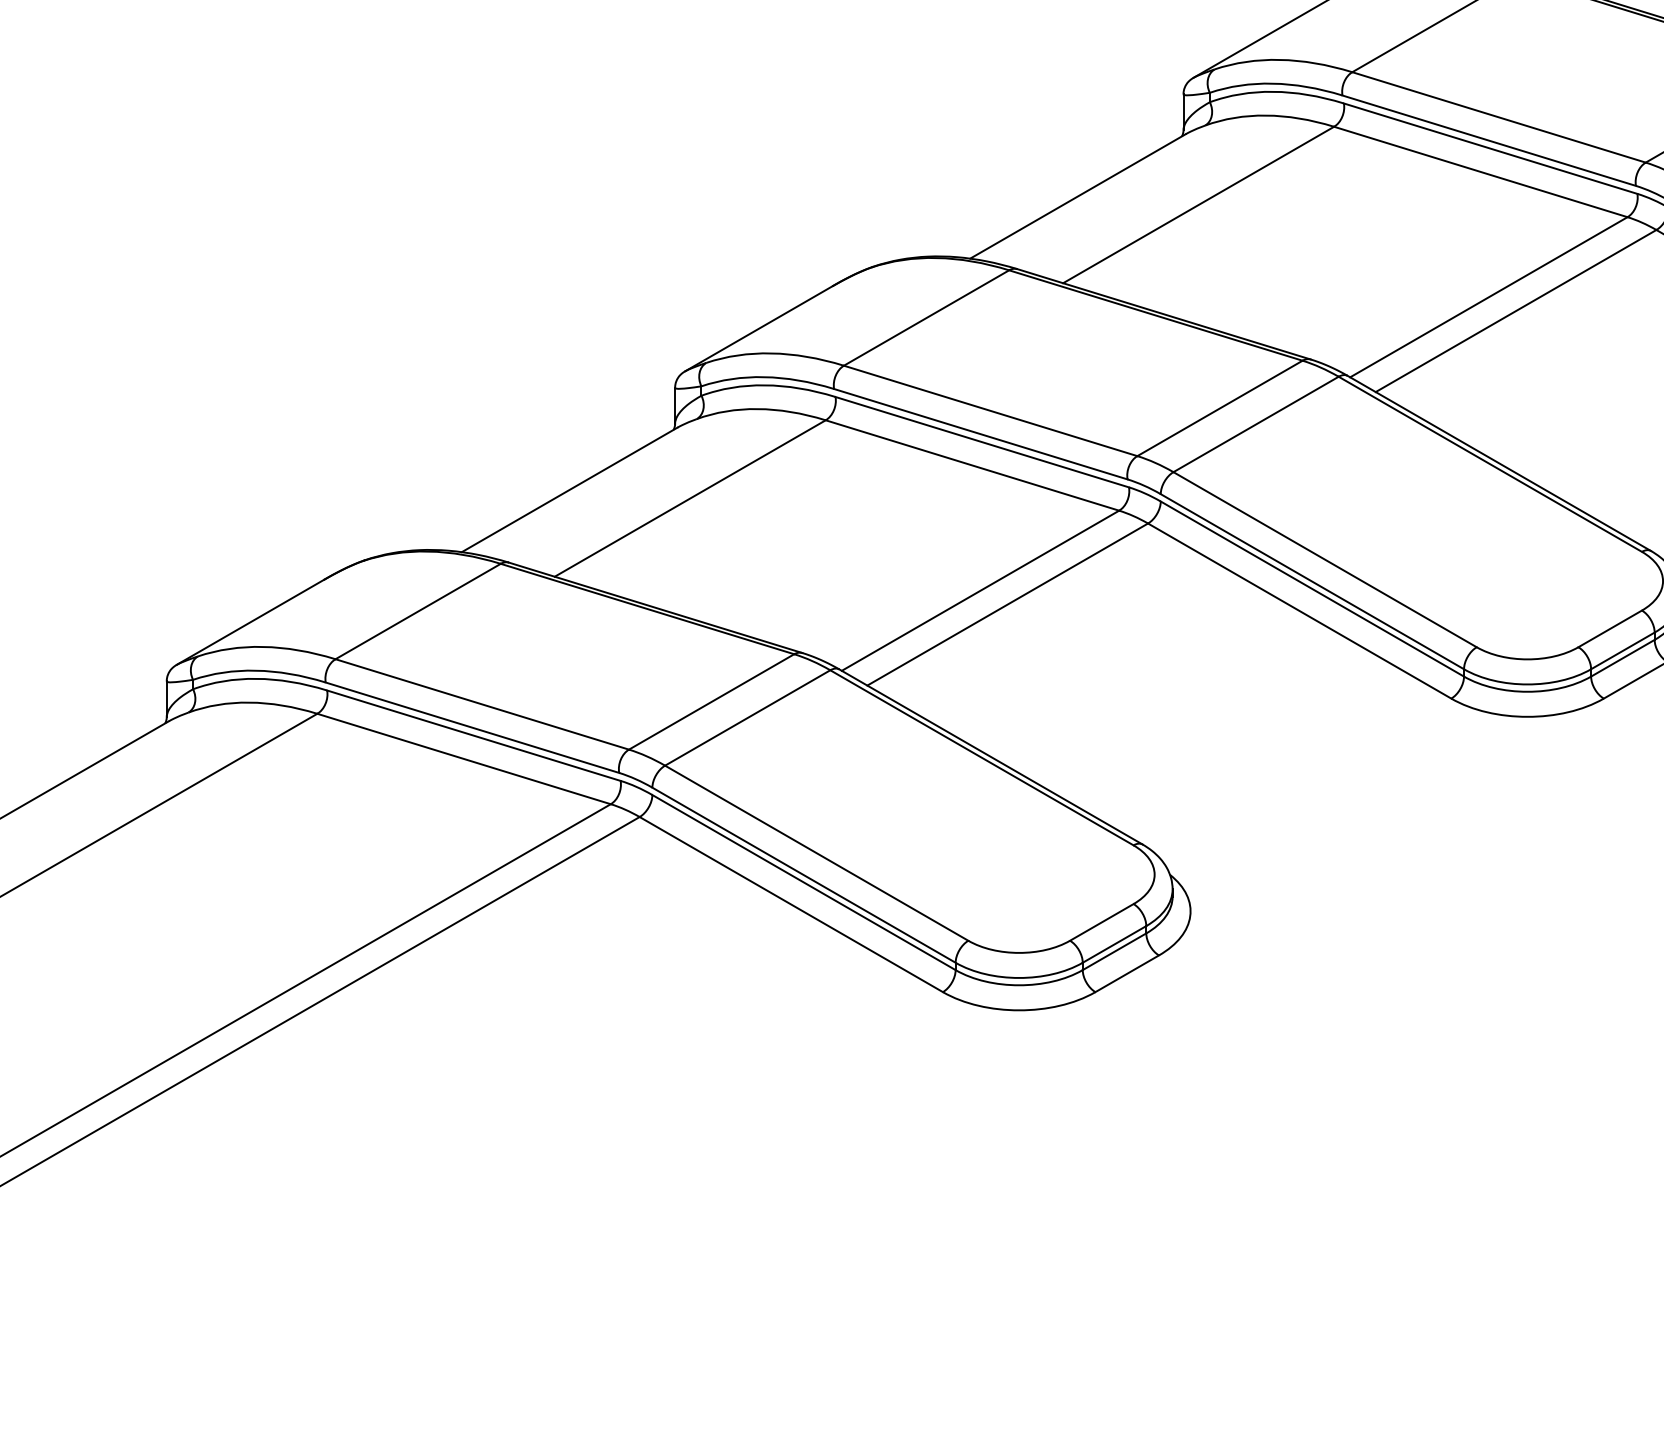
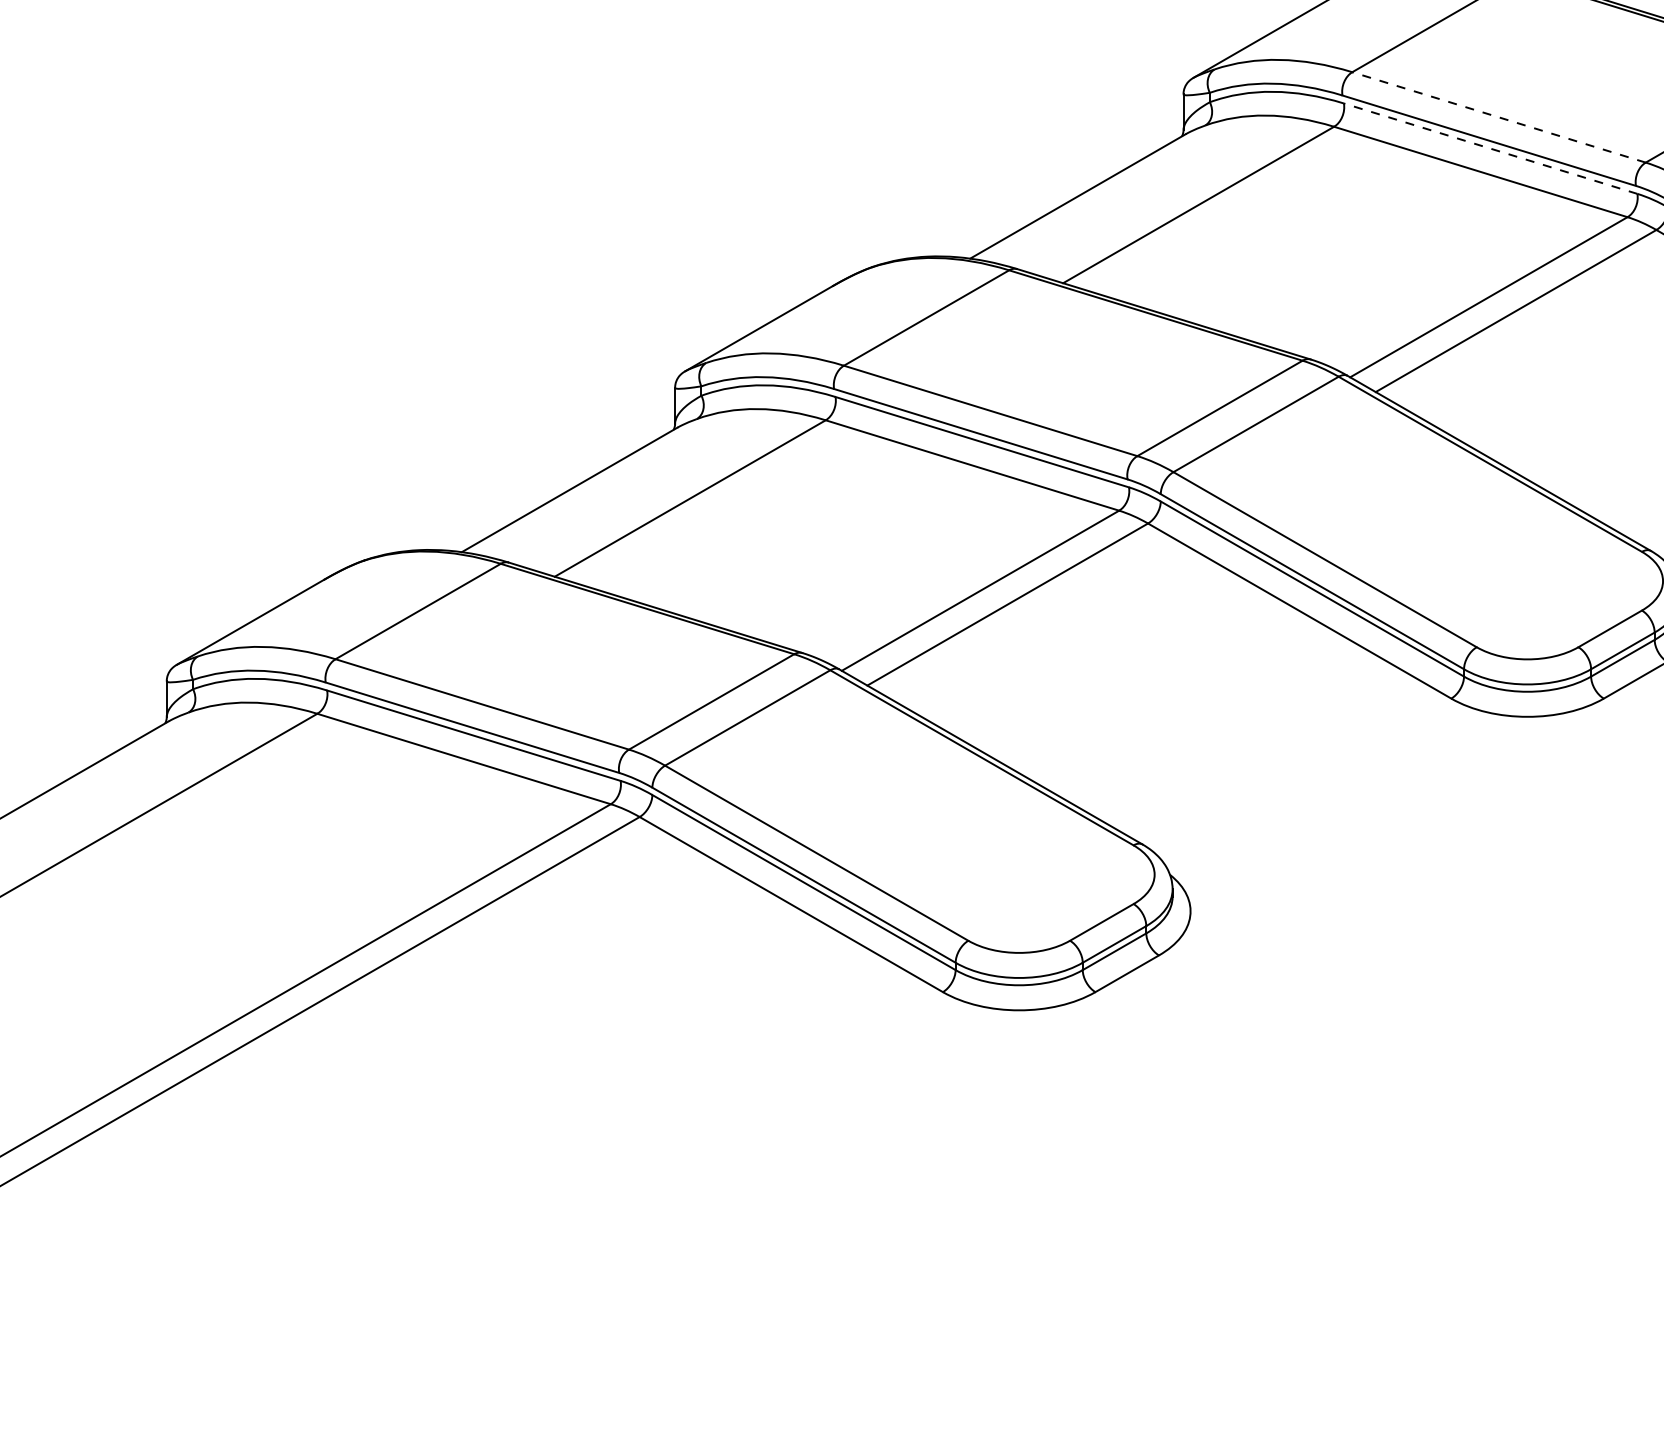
line at (1499, 117): solid -> dashed
line at (1490, 148): solid -> dashed
